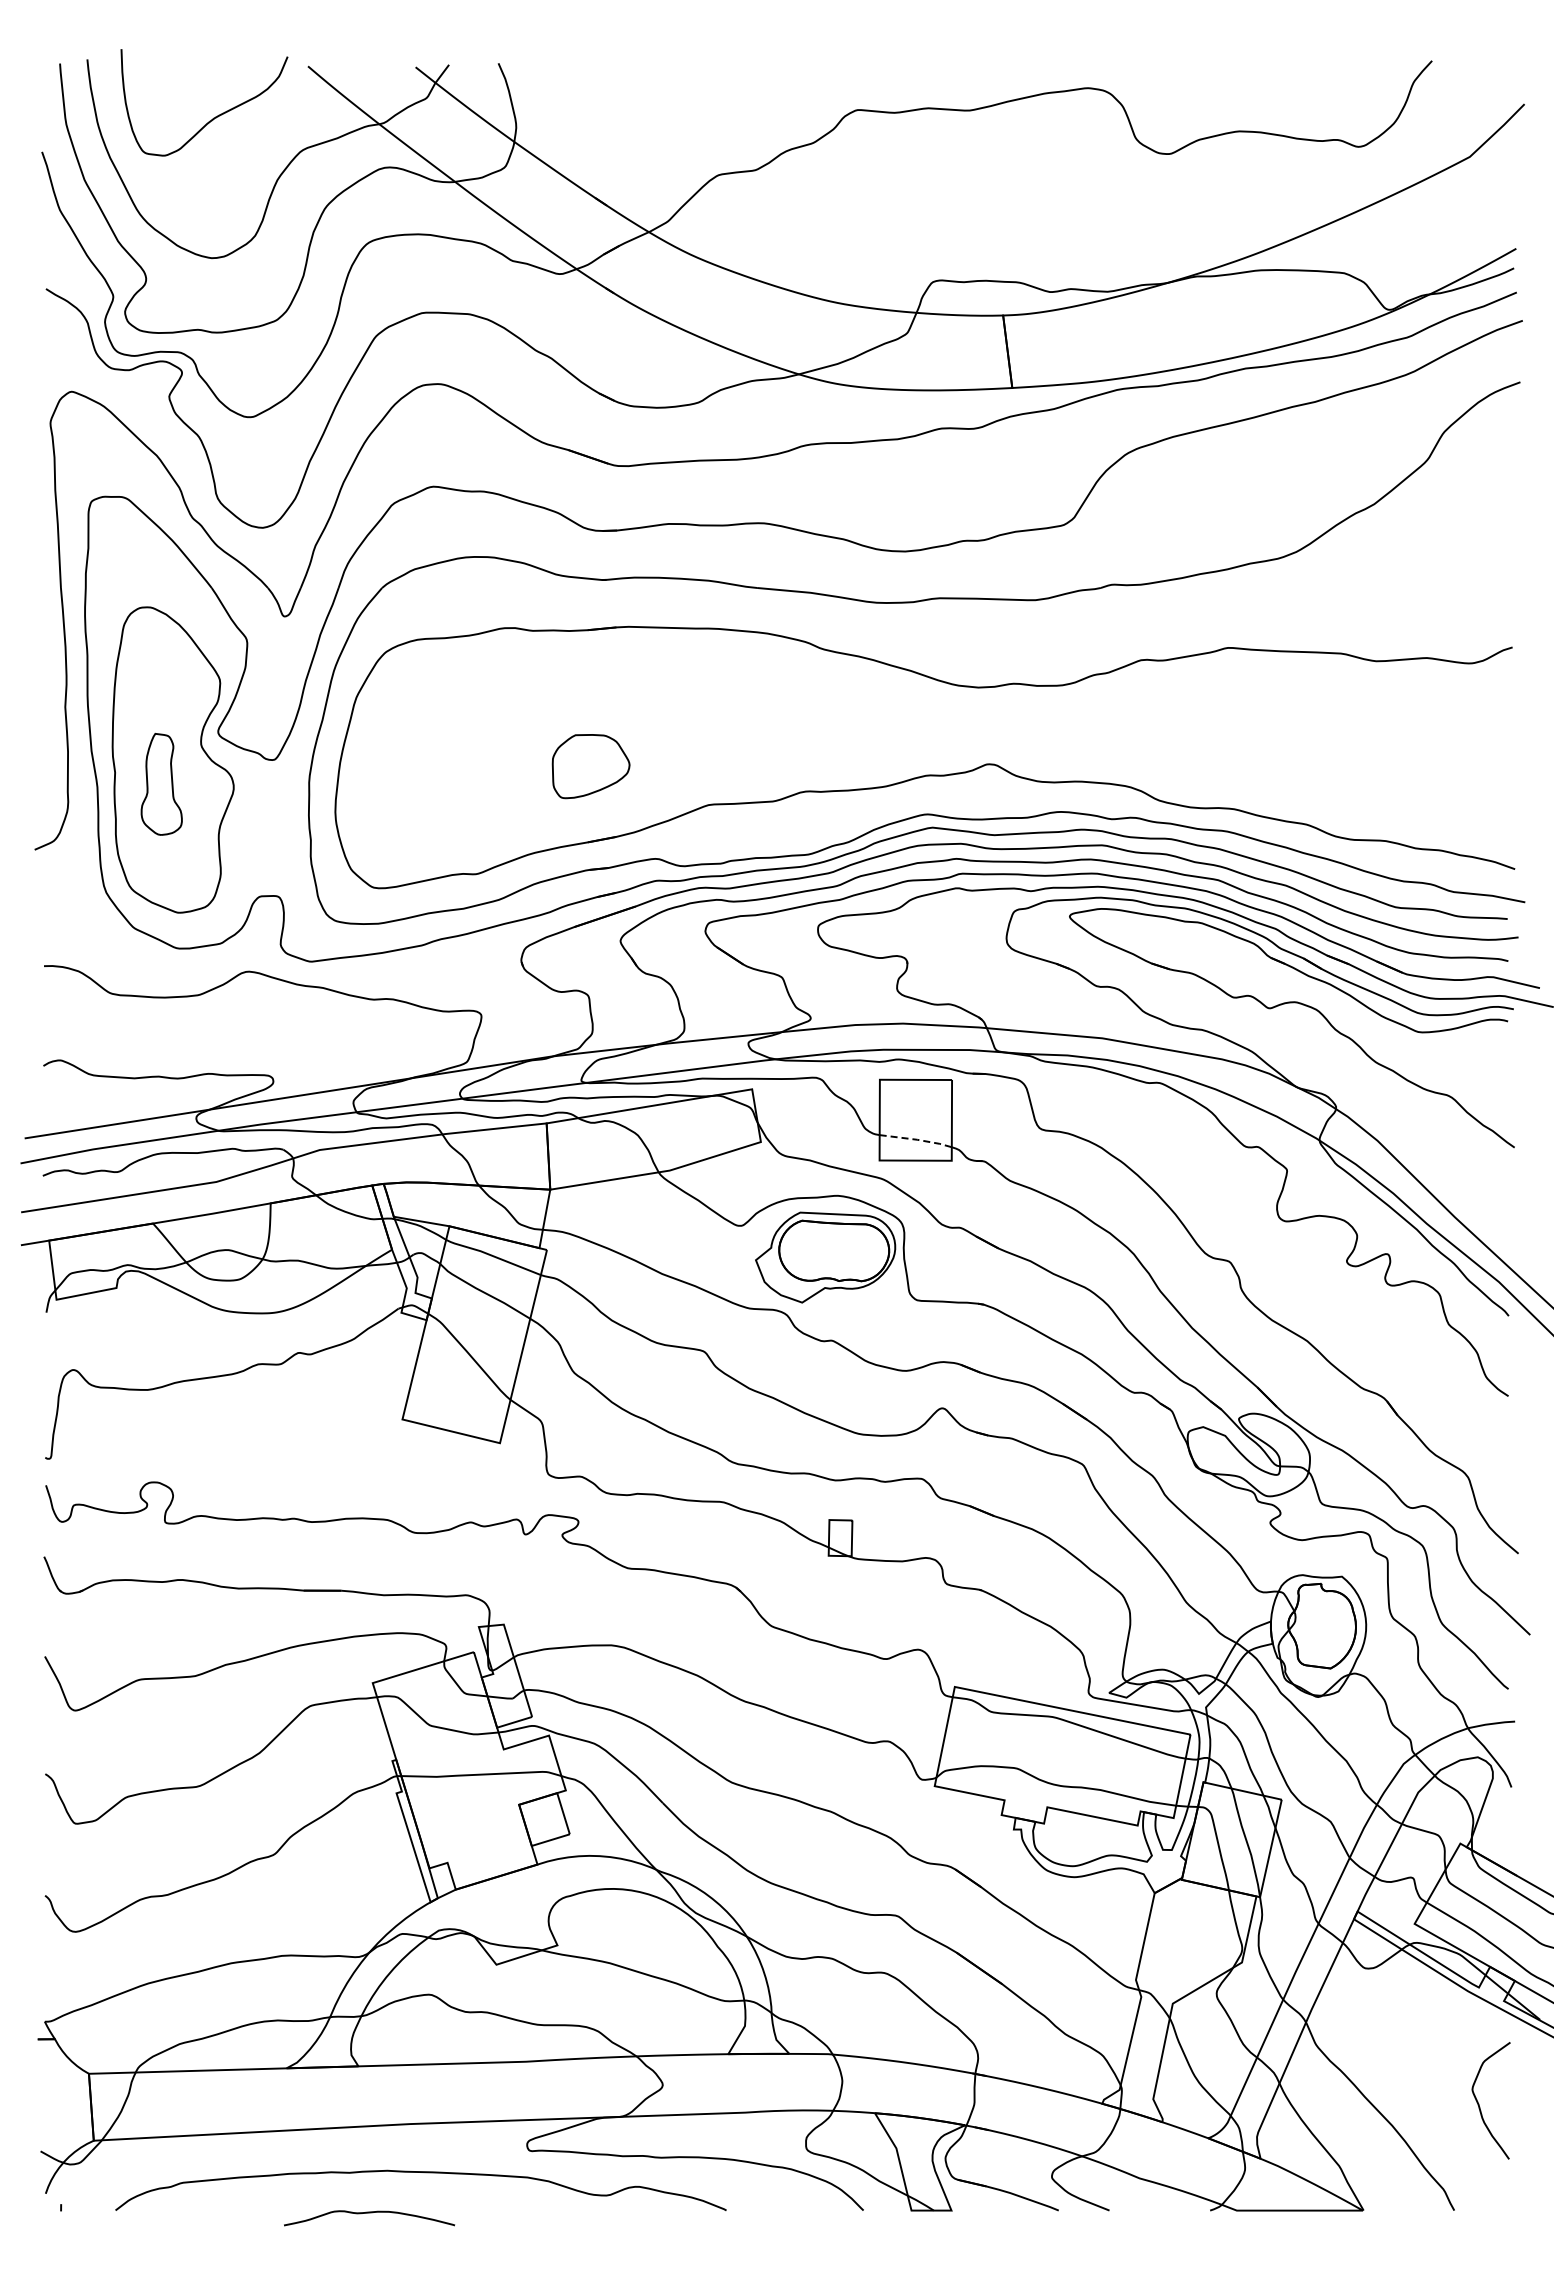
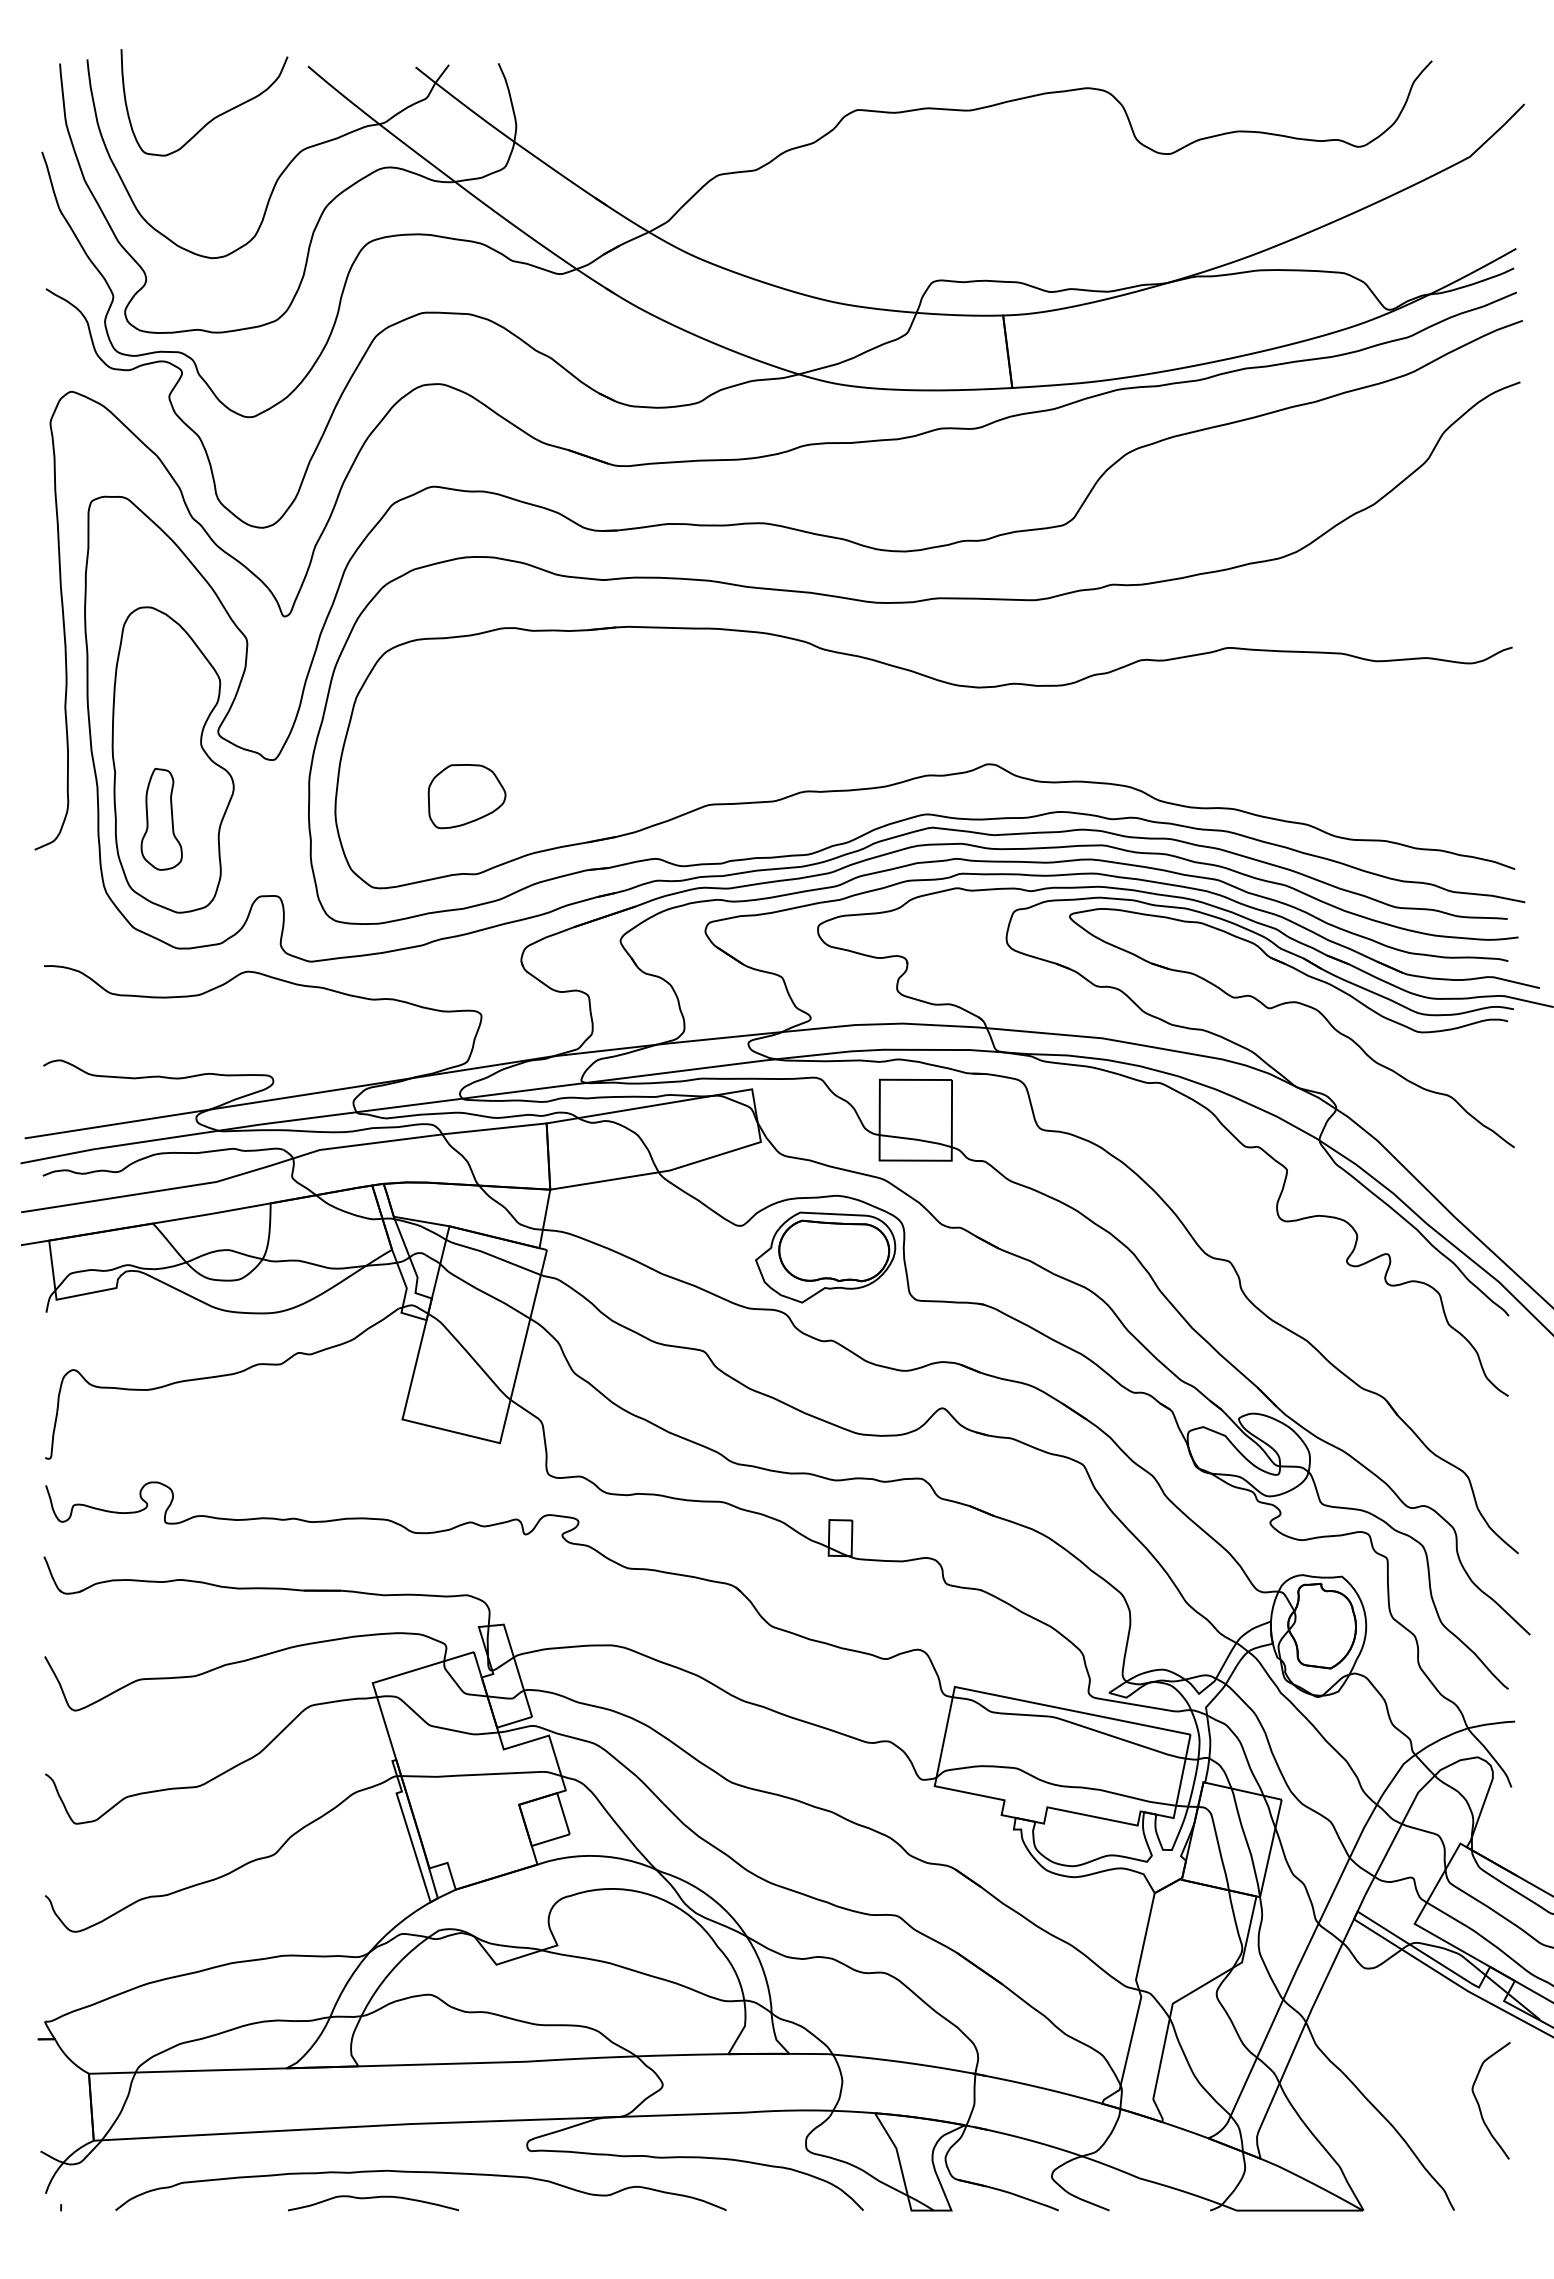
part at (590, 766) position: (590, 766) -> (466, 796)
part at (161, 784) position: (161, 784) -> (161, 819)
line at (917, 1139): dashed -> solid
curve at (369, 2213) position: (369, 2213) -> (373, 2198)
